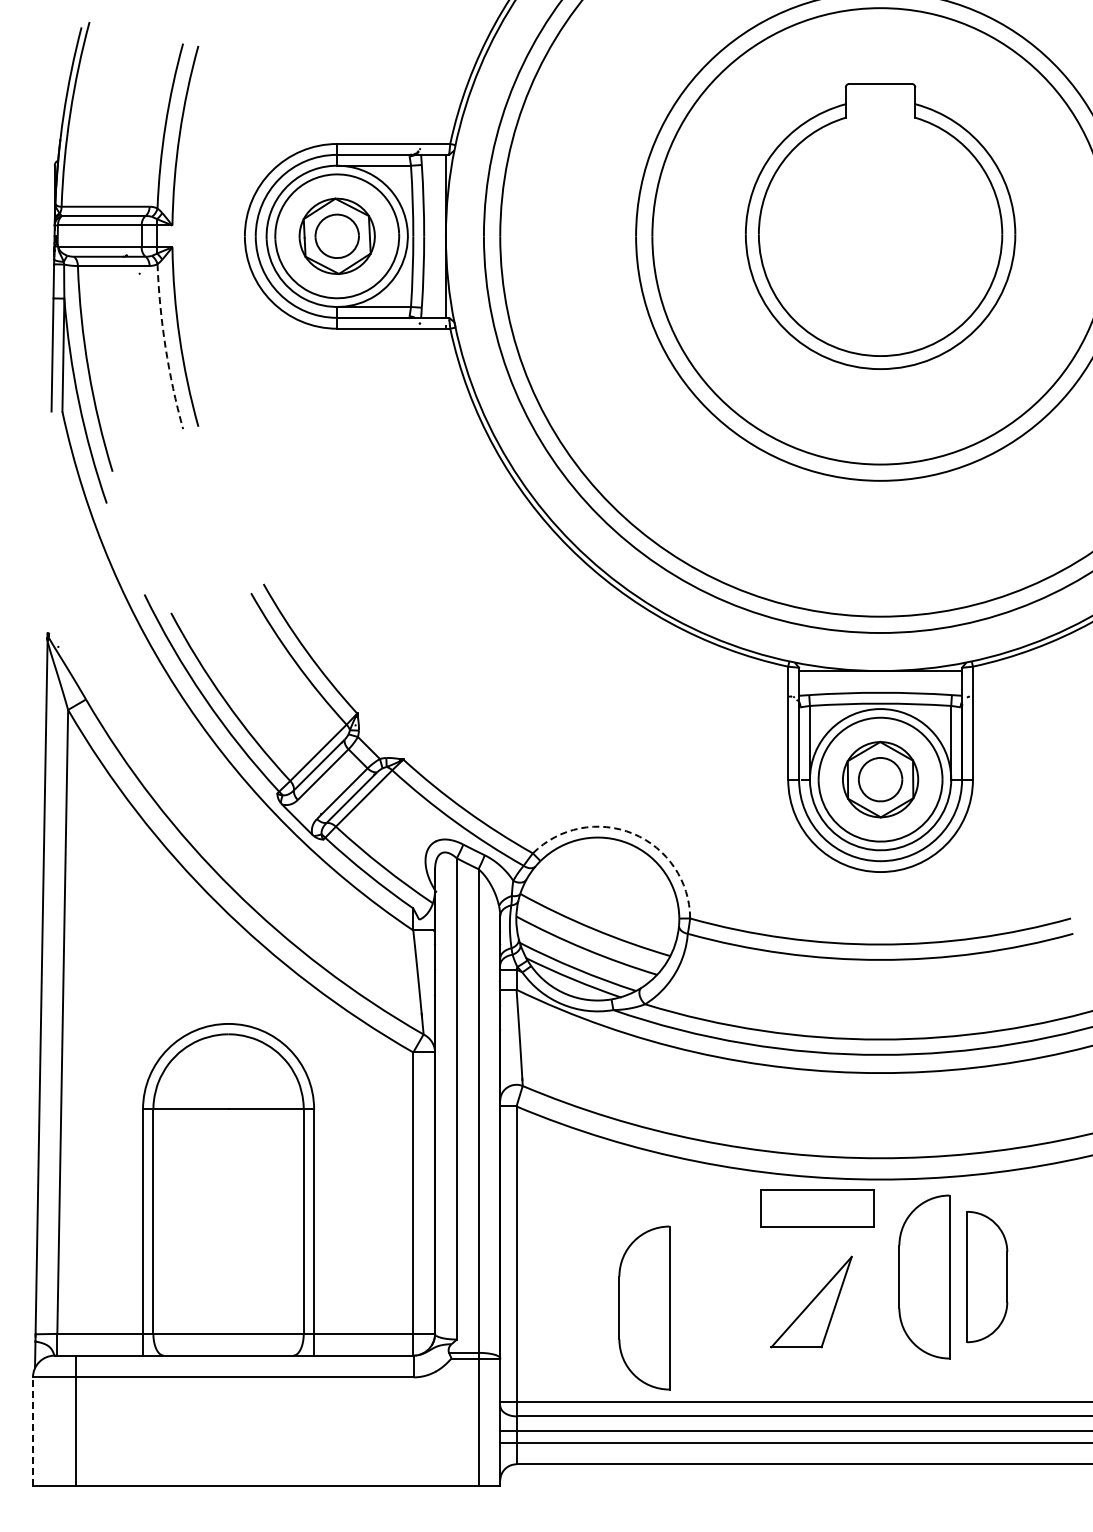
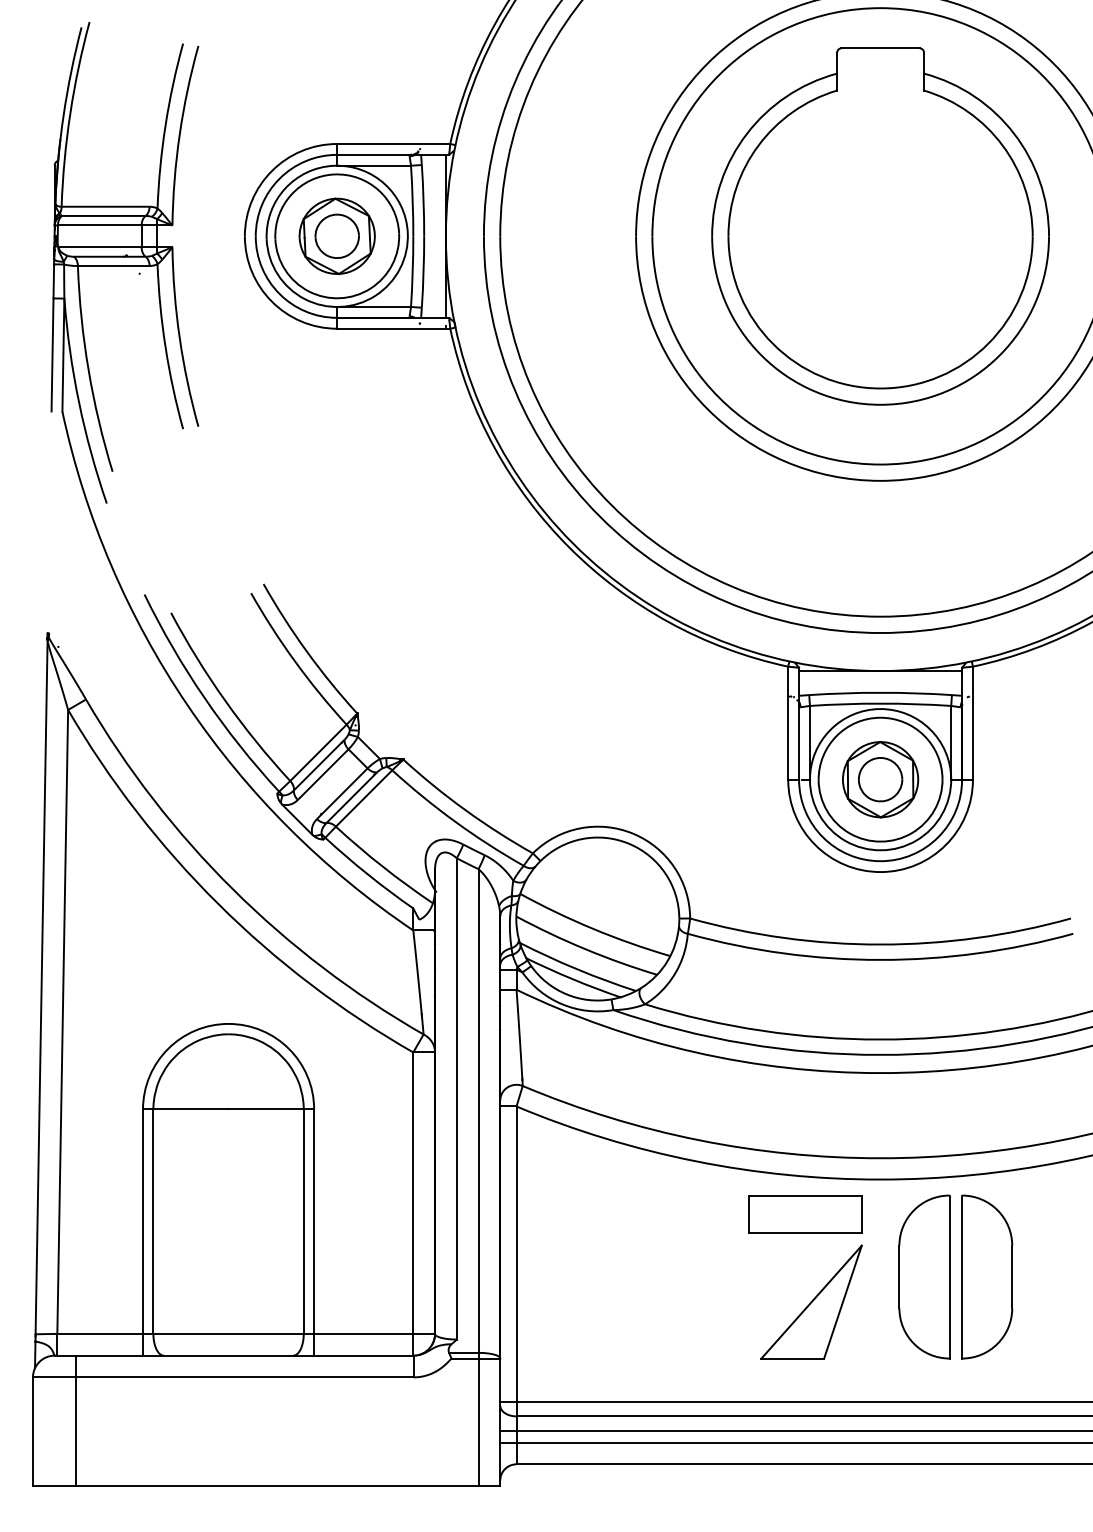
part at (880, 226) size: 273x287 px -> 339x359 px
arc at (165, 347): dashed -> solid
arc at (633, 833): dashed -> solid
part at (817, 1208) position: (817, 1208) -> (805, 1214)
part at (987, 1277) size: 43x133 px -> 53x166 px
part at (811, 1301) size: 83x94 px -> 103x116 px
part at (644, 1307): present -> none
line at (32, 1431): dashed -> solid
